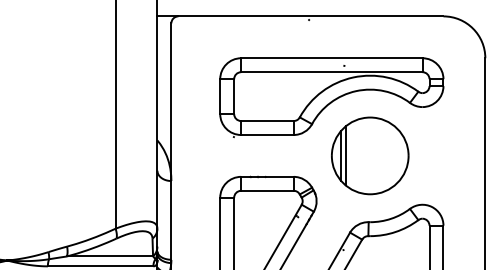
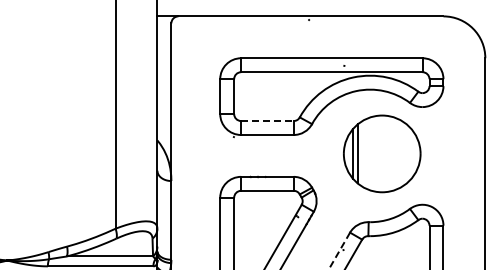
line at (267, 121): solid -> dashed
part at (370, 155) position: (370, 155) -> (382, 153)
line at (339, 251): solid -> dashed
